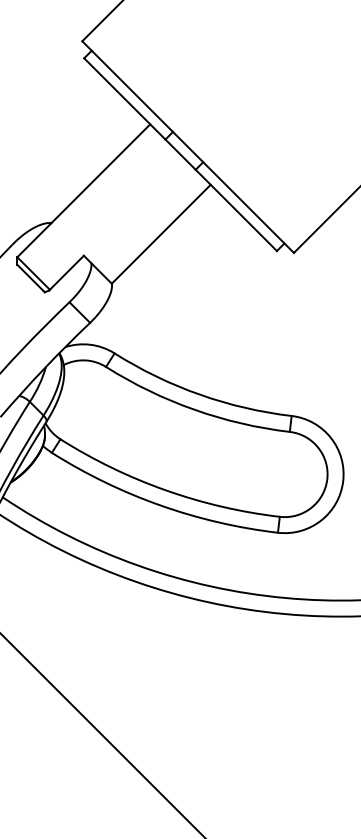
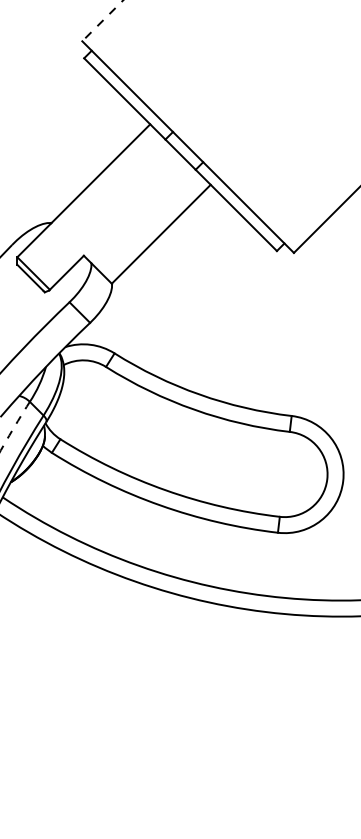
line at (102, 20): solid -> dashed
arc at (14, 426): solid -> dashed
line at (102, 735): present -> none
